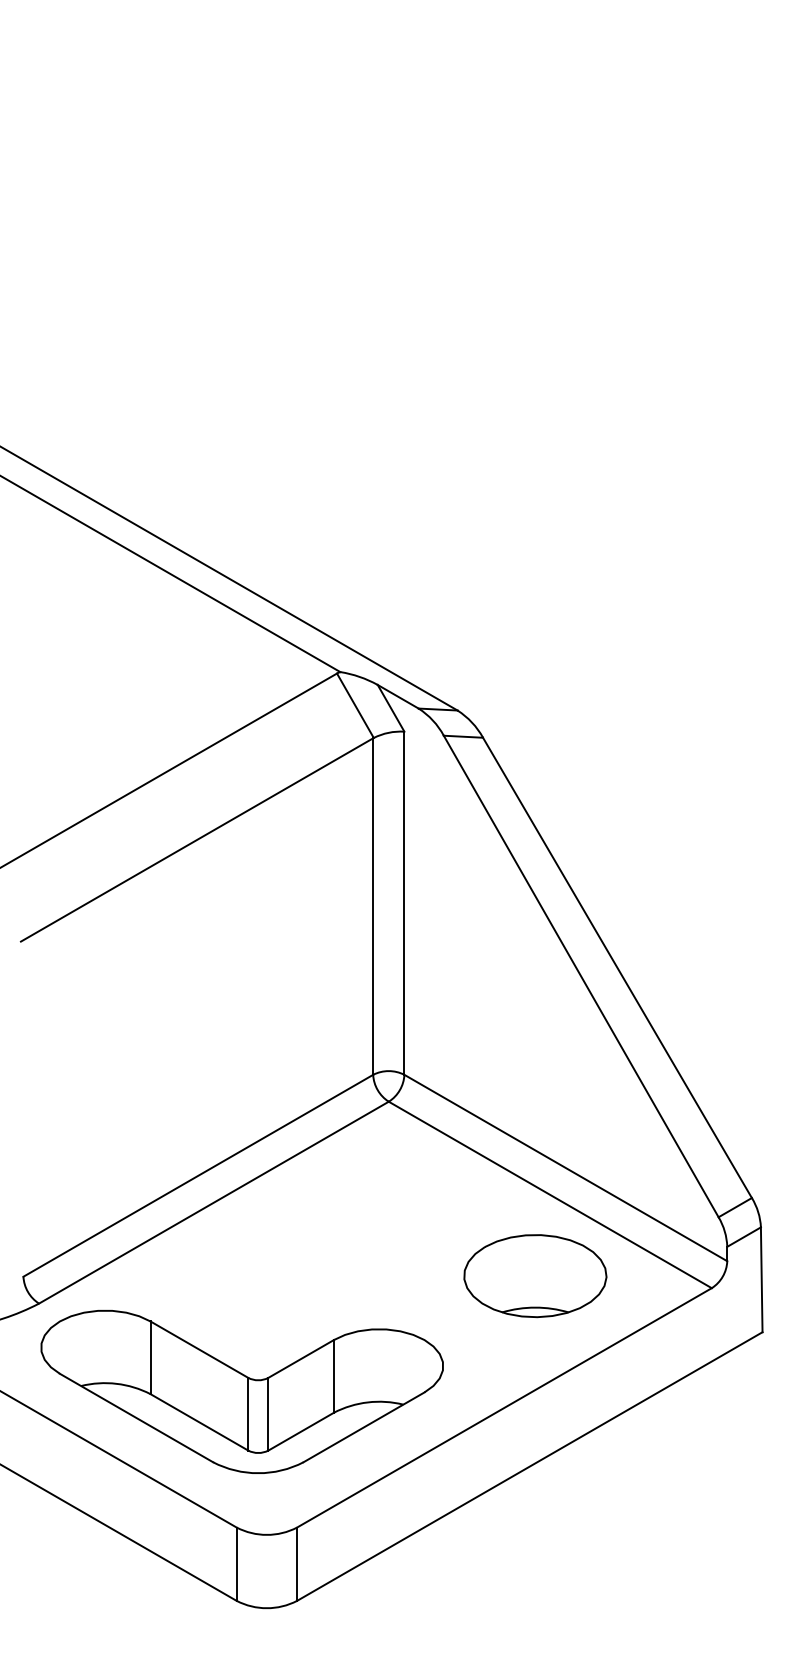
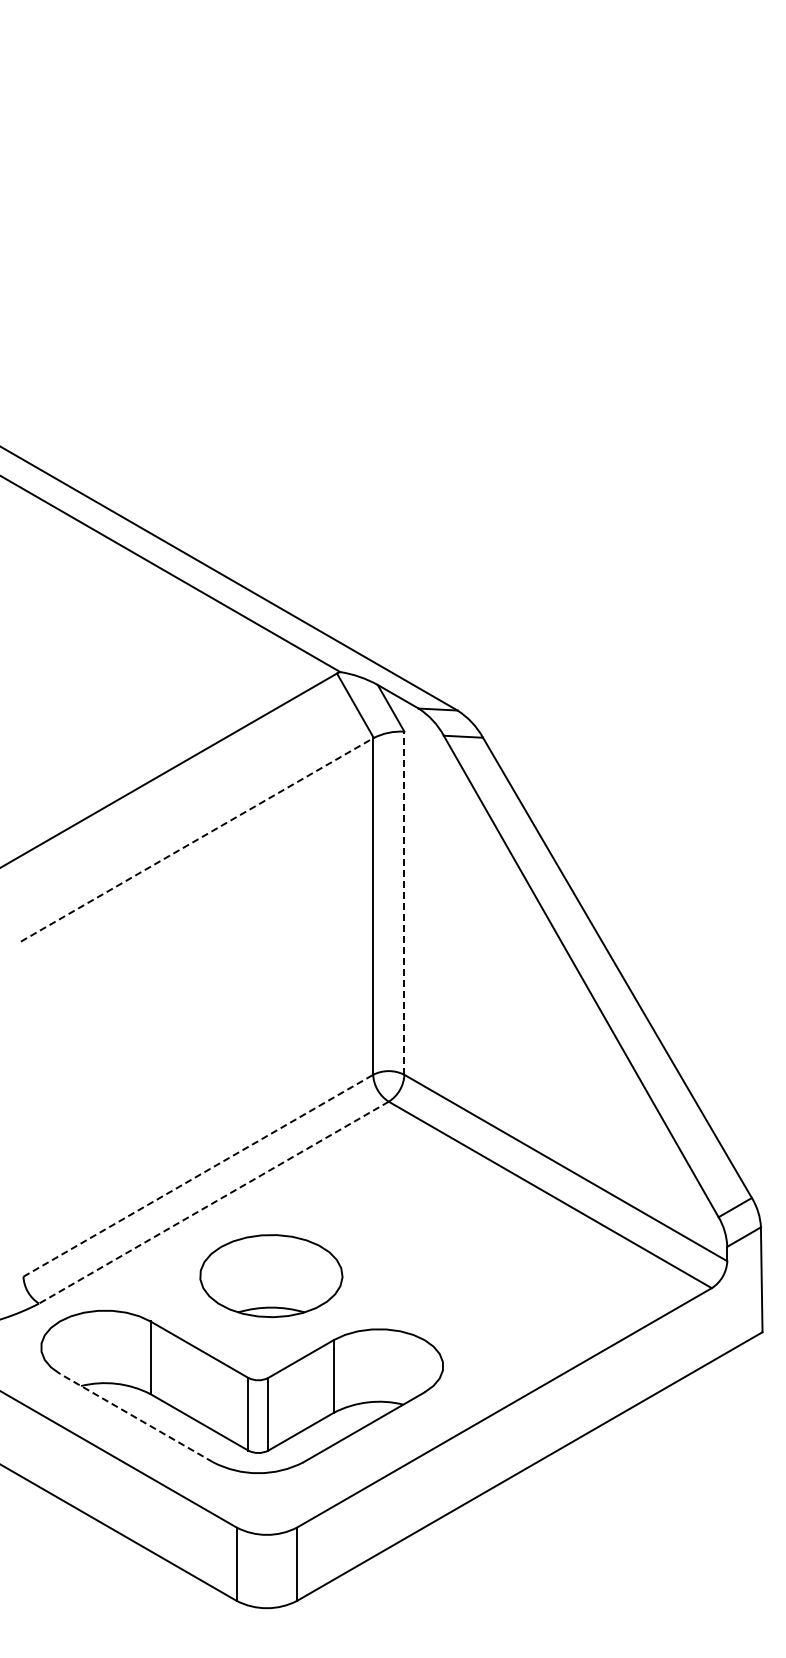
line at (197, 839): solid -> dashed
line at (404, 903): solid -> dashed
line at (198, 1175): solid -> dashed
line at (213, 1202): solid -> dashed
part at (535, 1276) position: (535, 1276) -> (271, 1276)
line at (136, 1417): solid -> dashed
